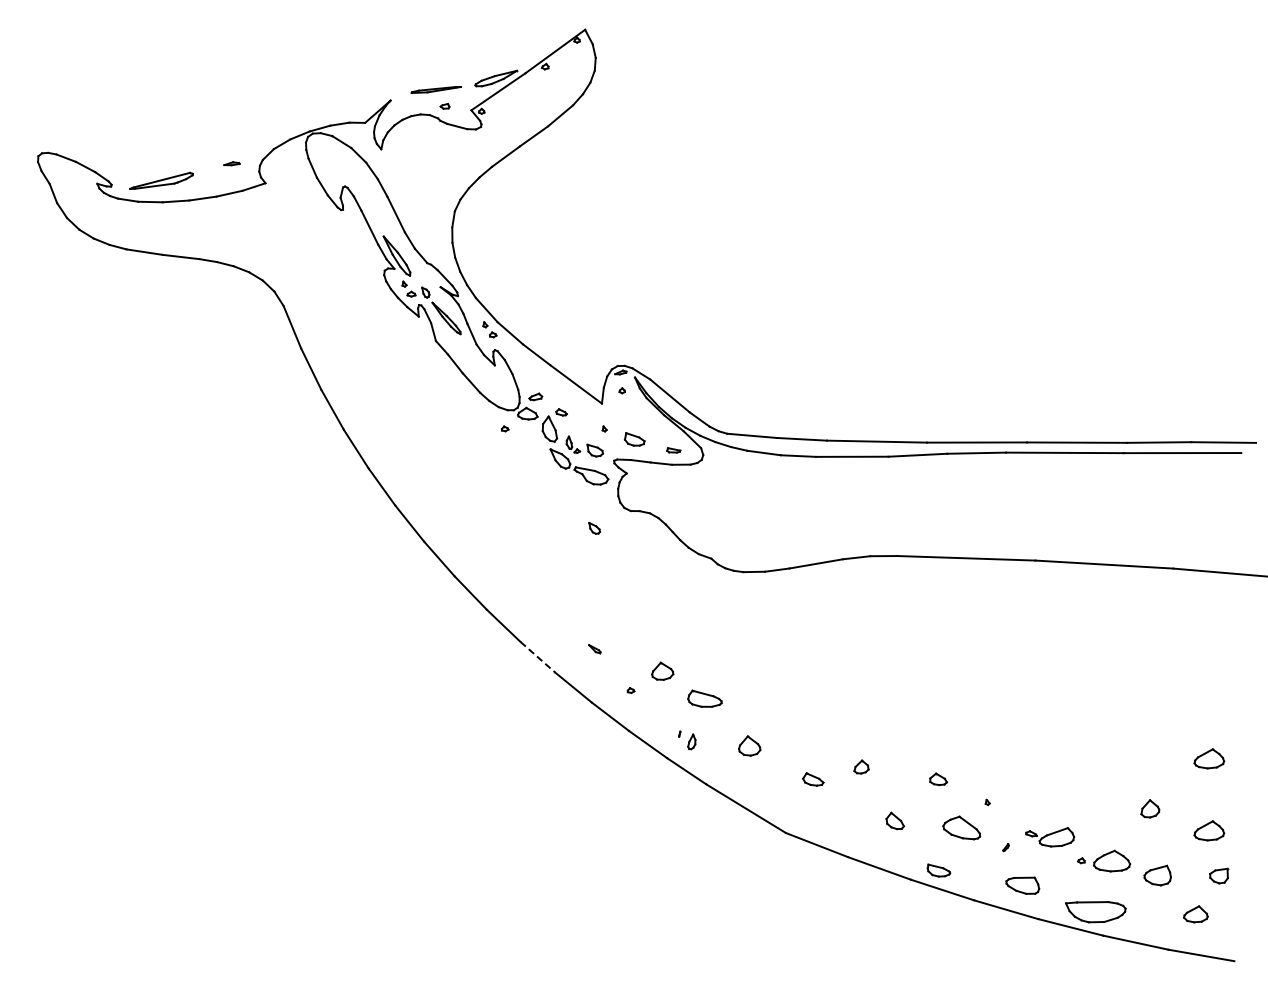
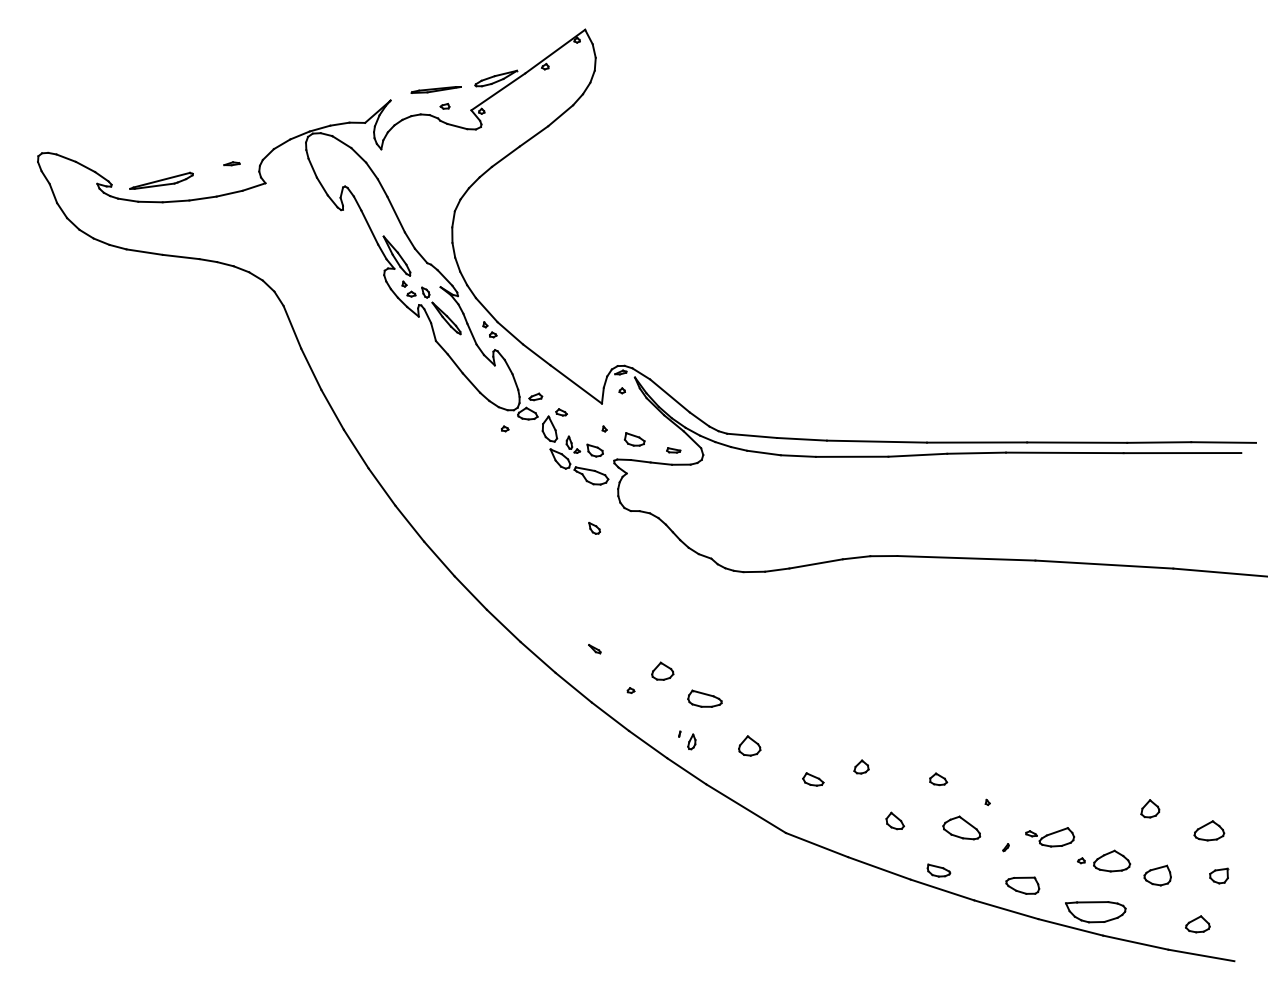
line at (538, 657): dashed -> solid
part at (1209, 758): present -> none
part at (1195, 914) position: (1195, 914) -> (1197, 924)
